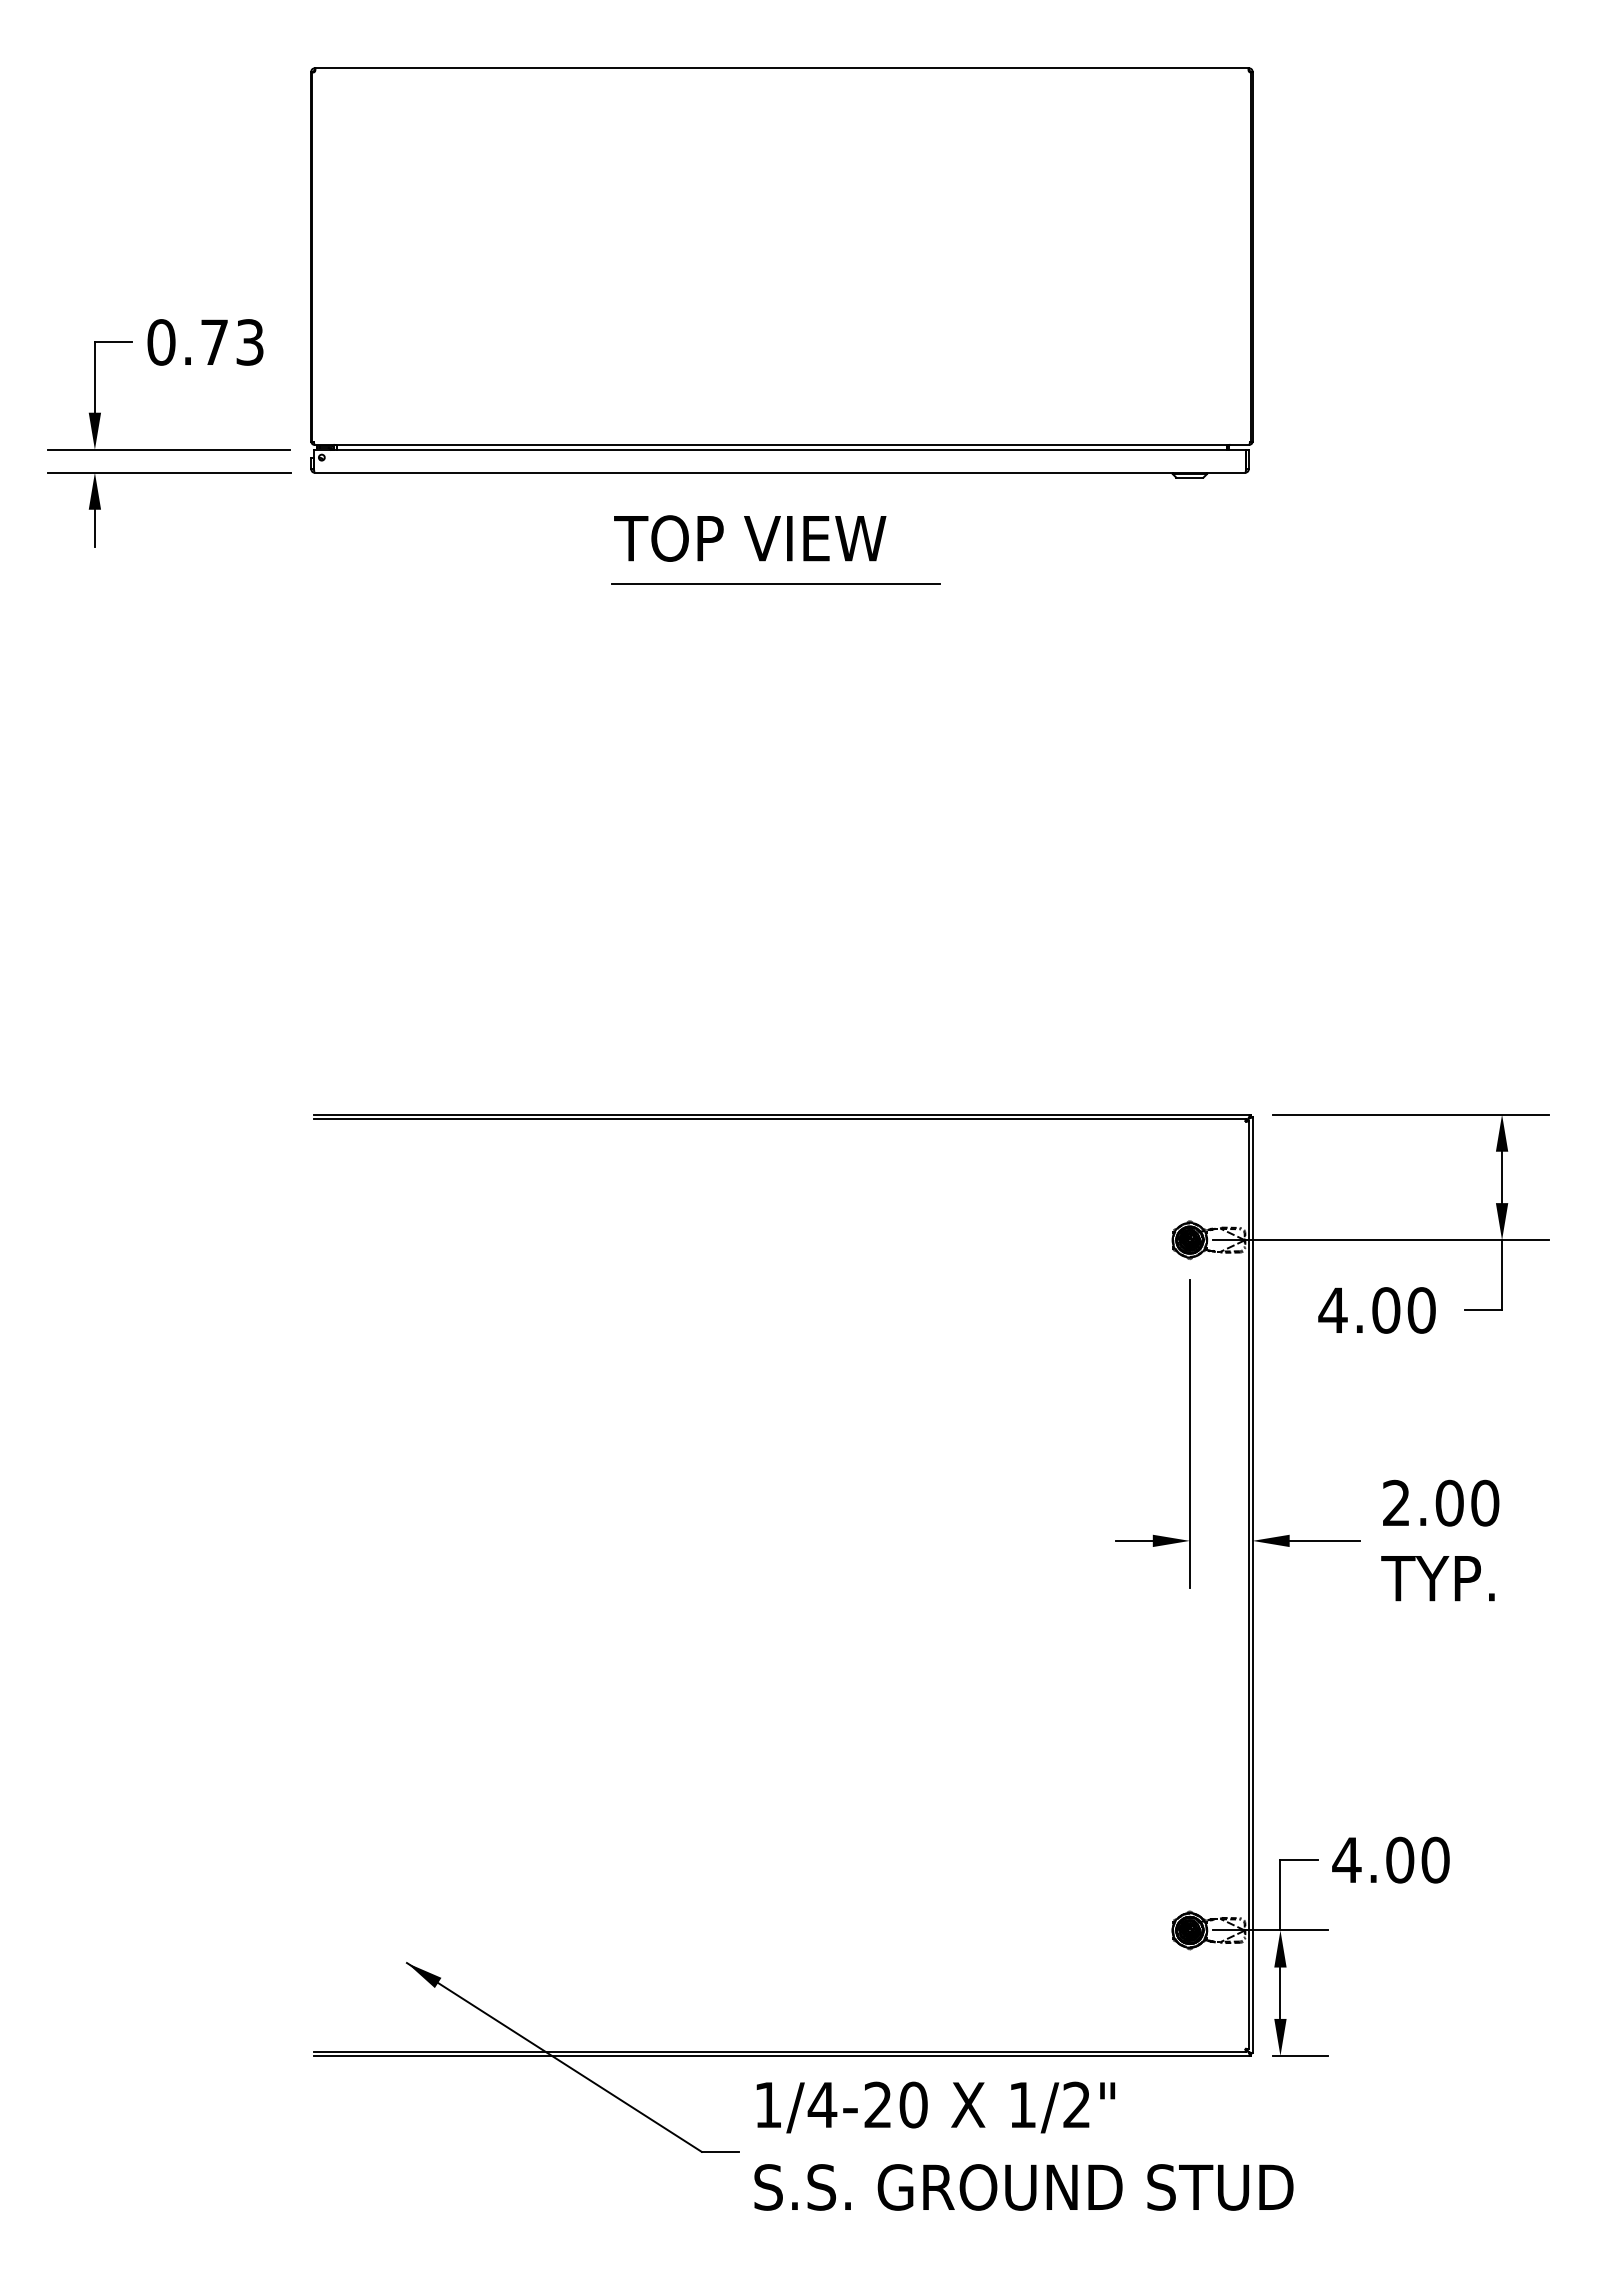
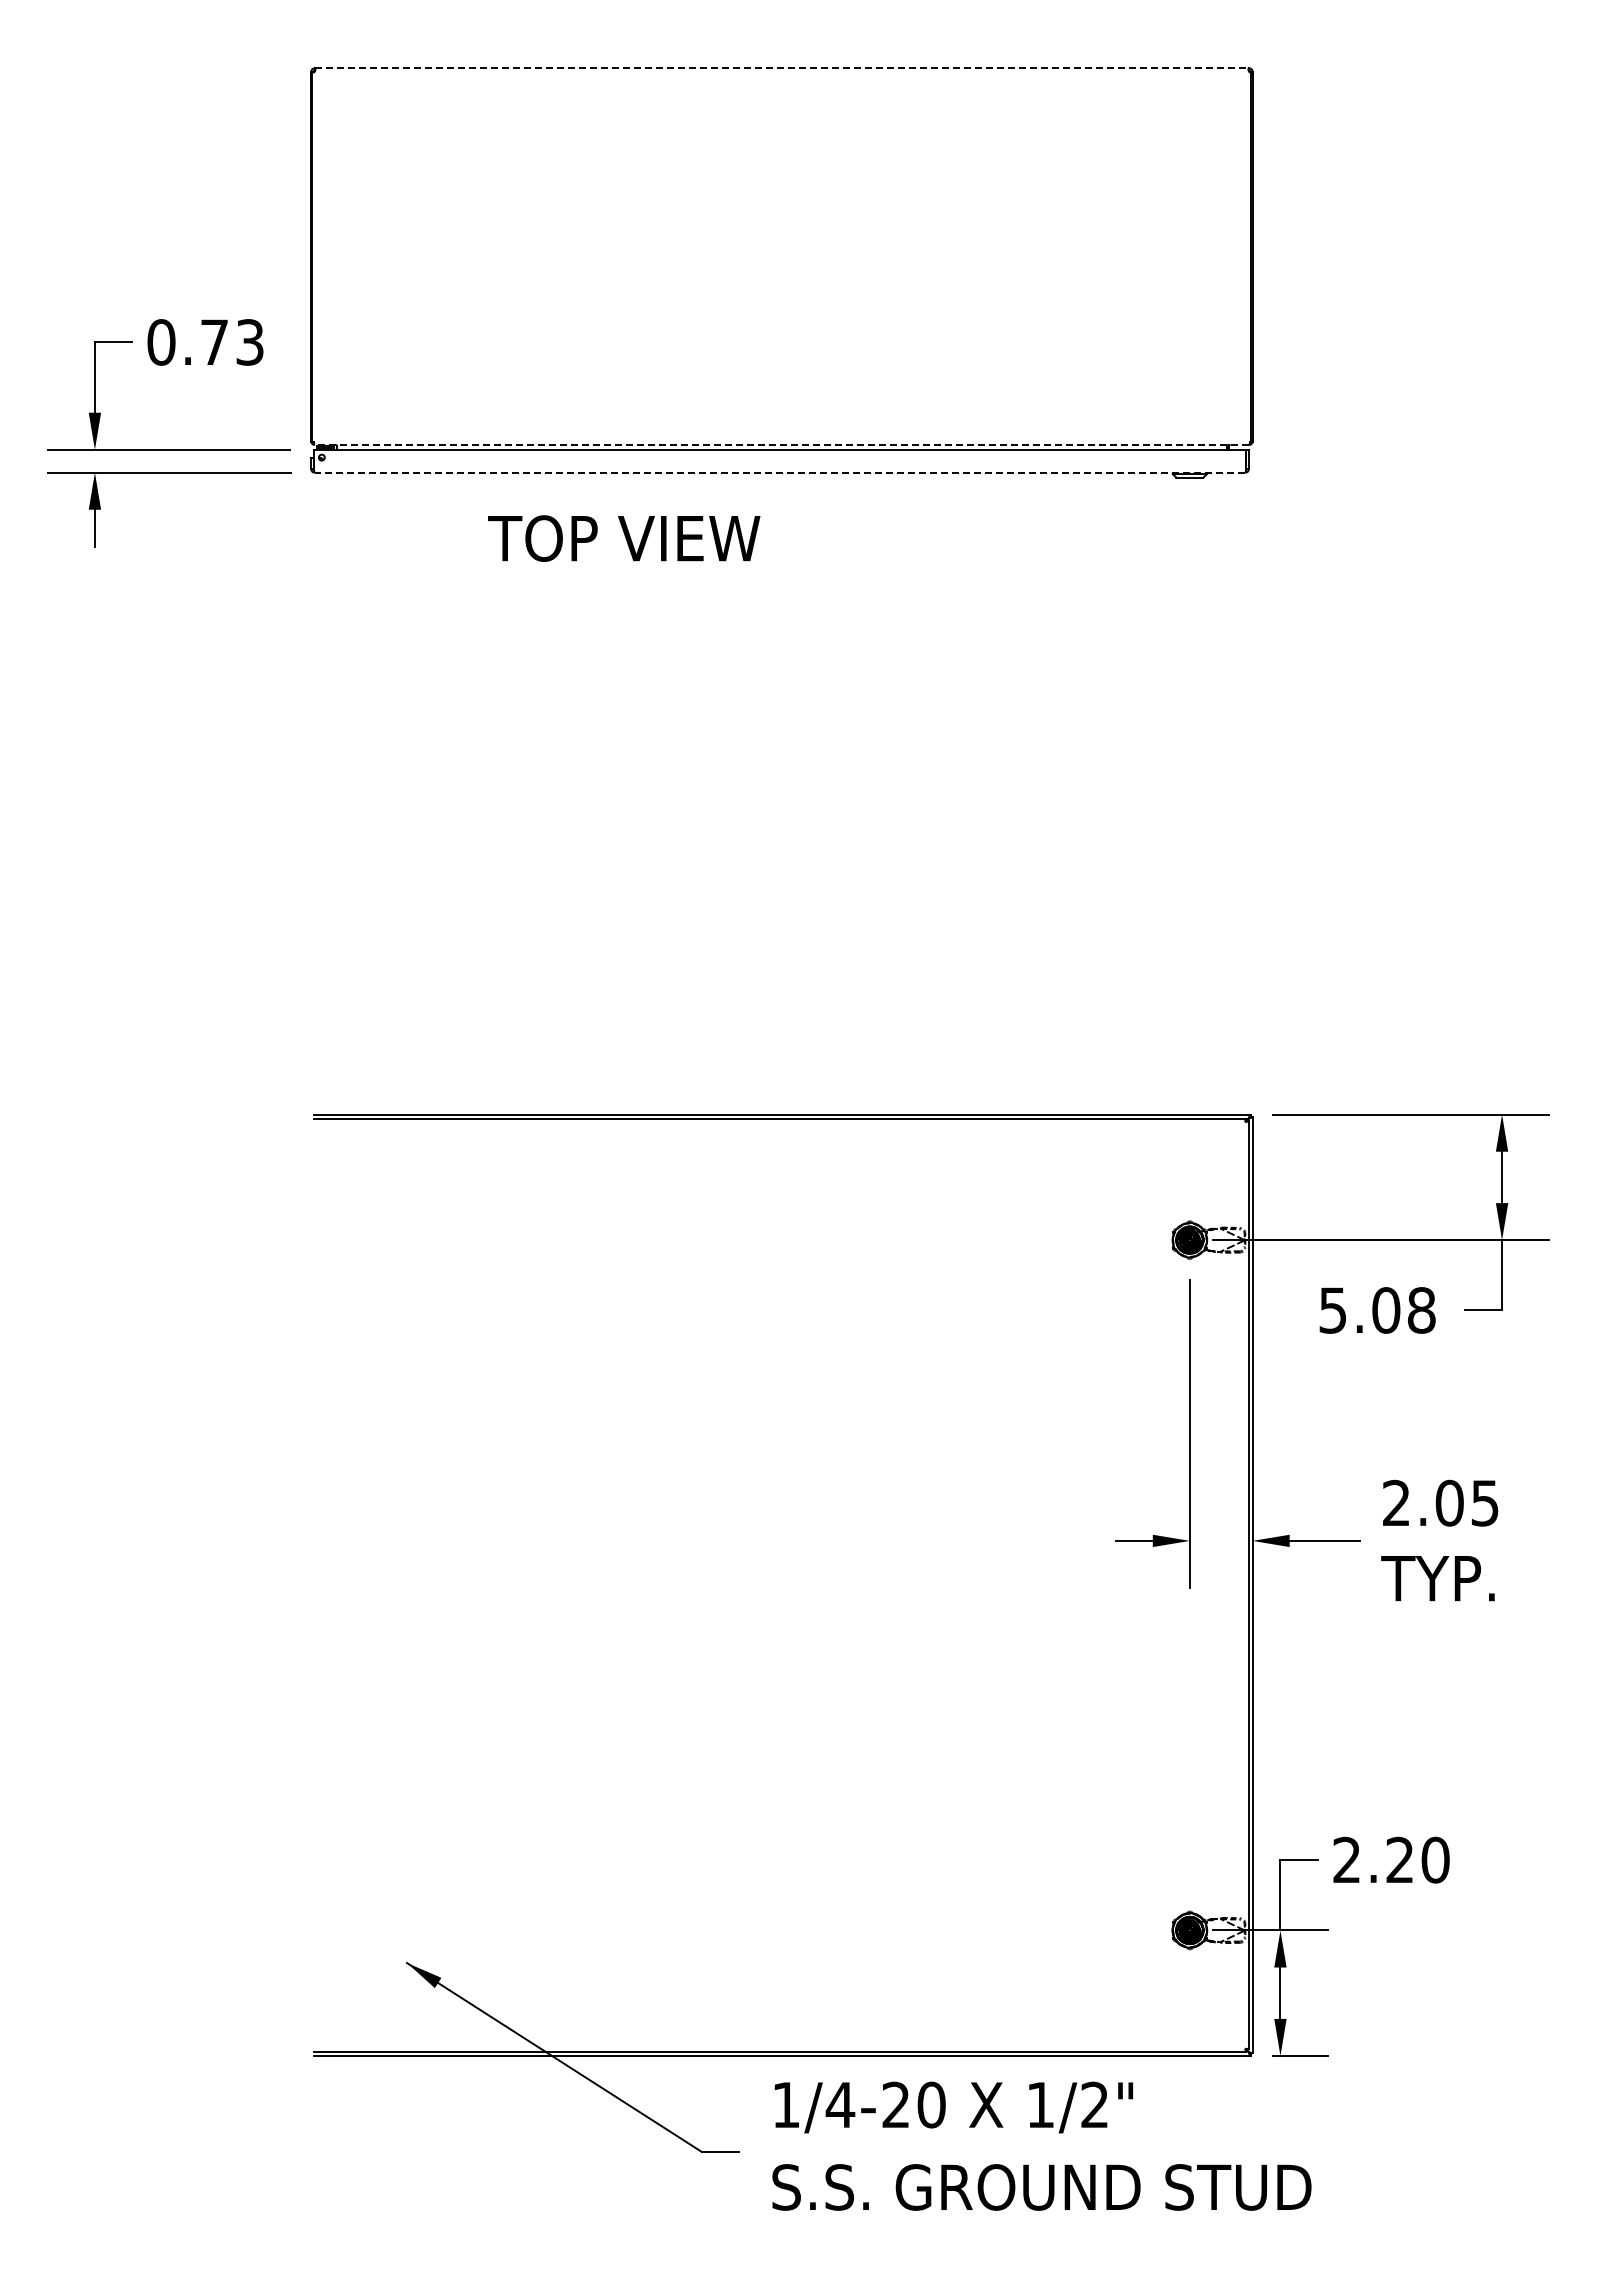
line at (781, 68): solid -> dashed
line at (781, 444): solid -> dashed
line at (779, 472): solid -> dashed
text at (750, 538) position: (750, 538) -> (624, 538)
line at (775, 583): present -> none
text at (1376, 1310): 4.00 -> 5.08
text at (1485, 1502): 2.00 -> 2.05
text at (1373, 1859): 4.00 -> 2.20
text at (1023, 2145) position: (1023, 2145) -> (1041, 2145)
